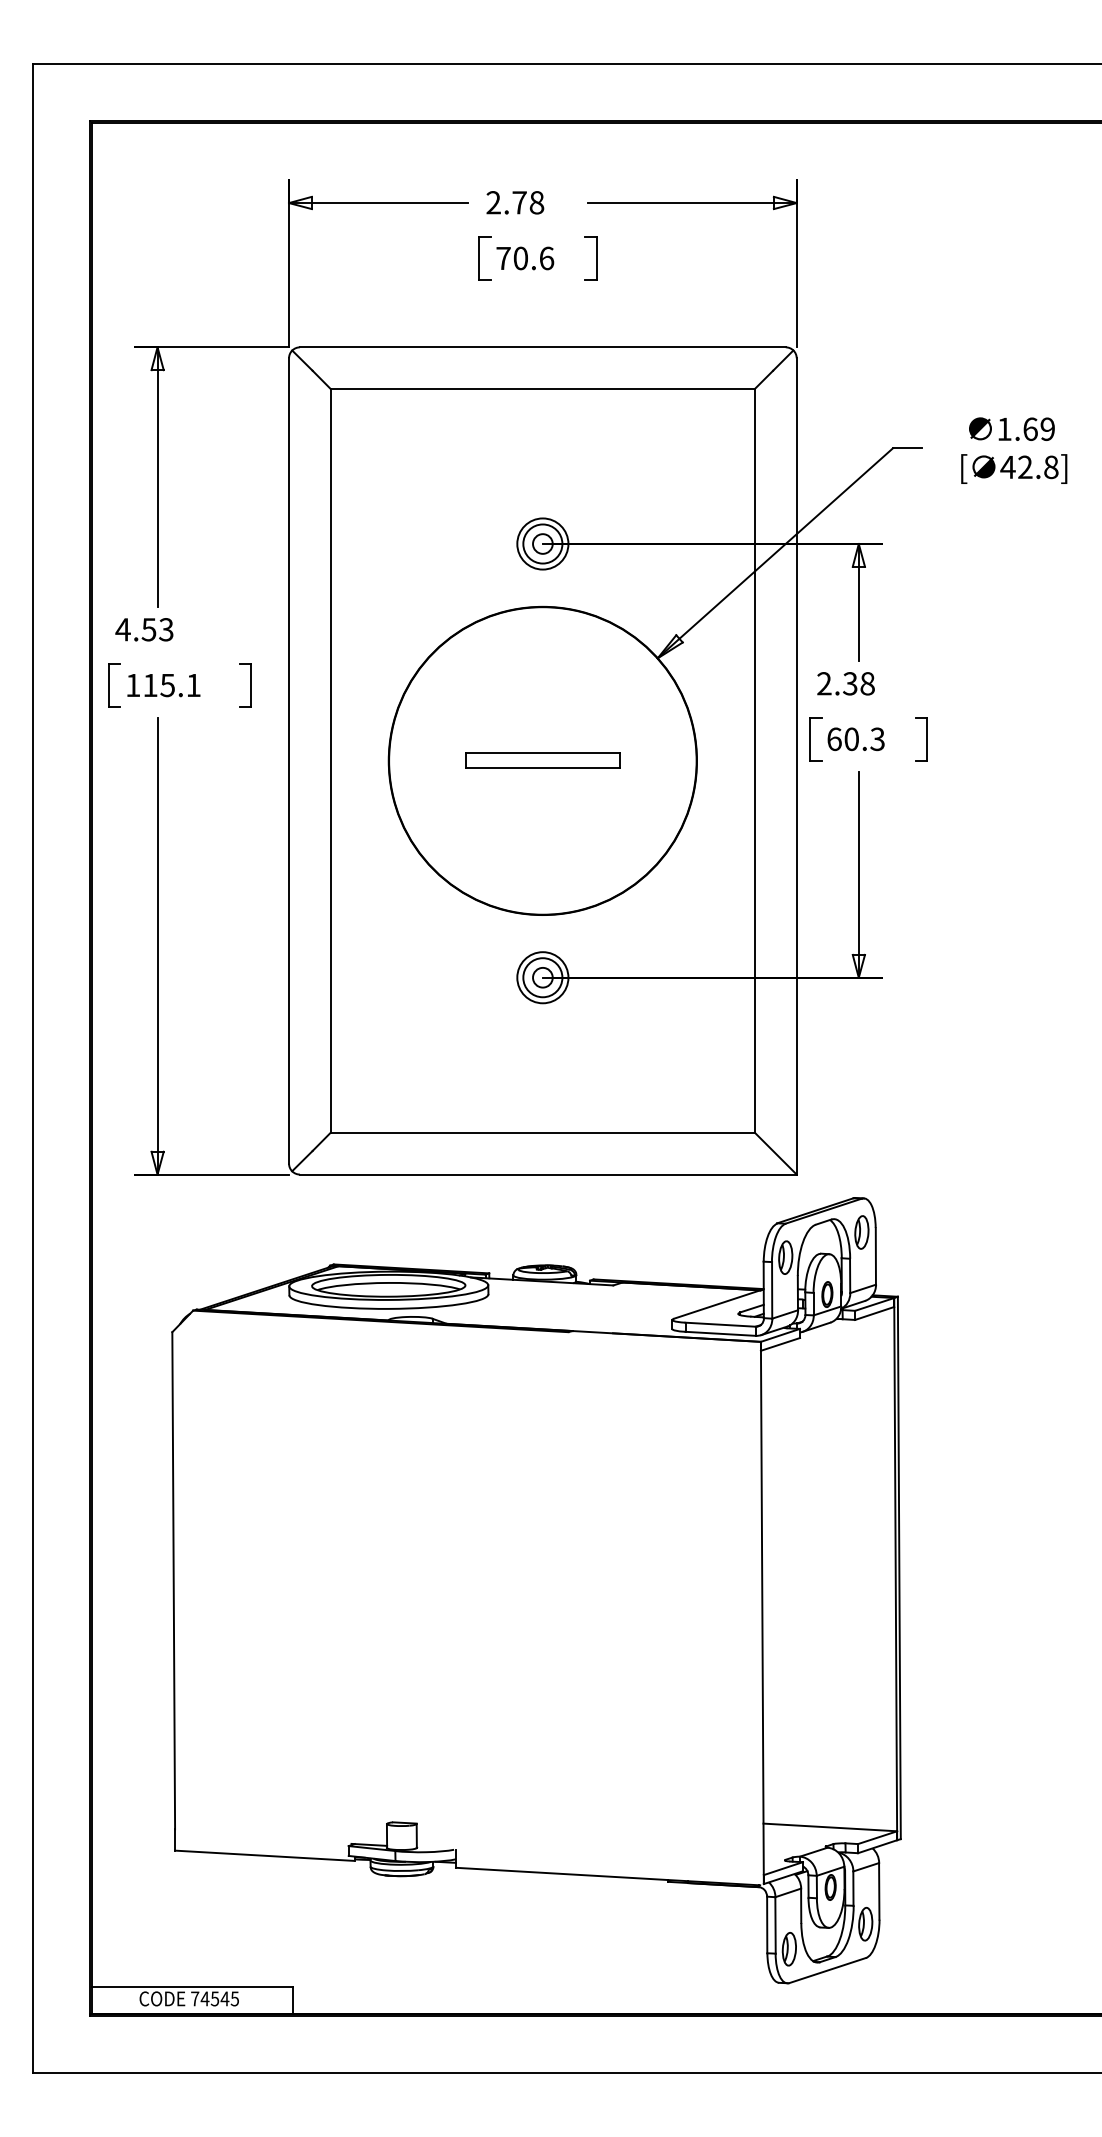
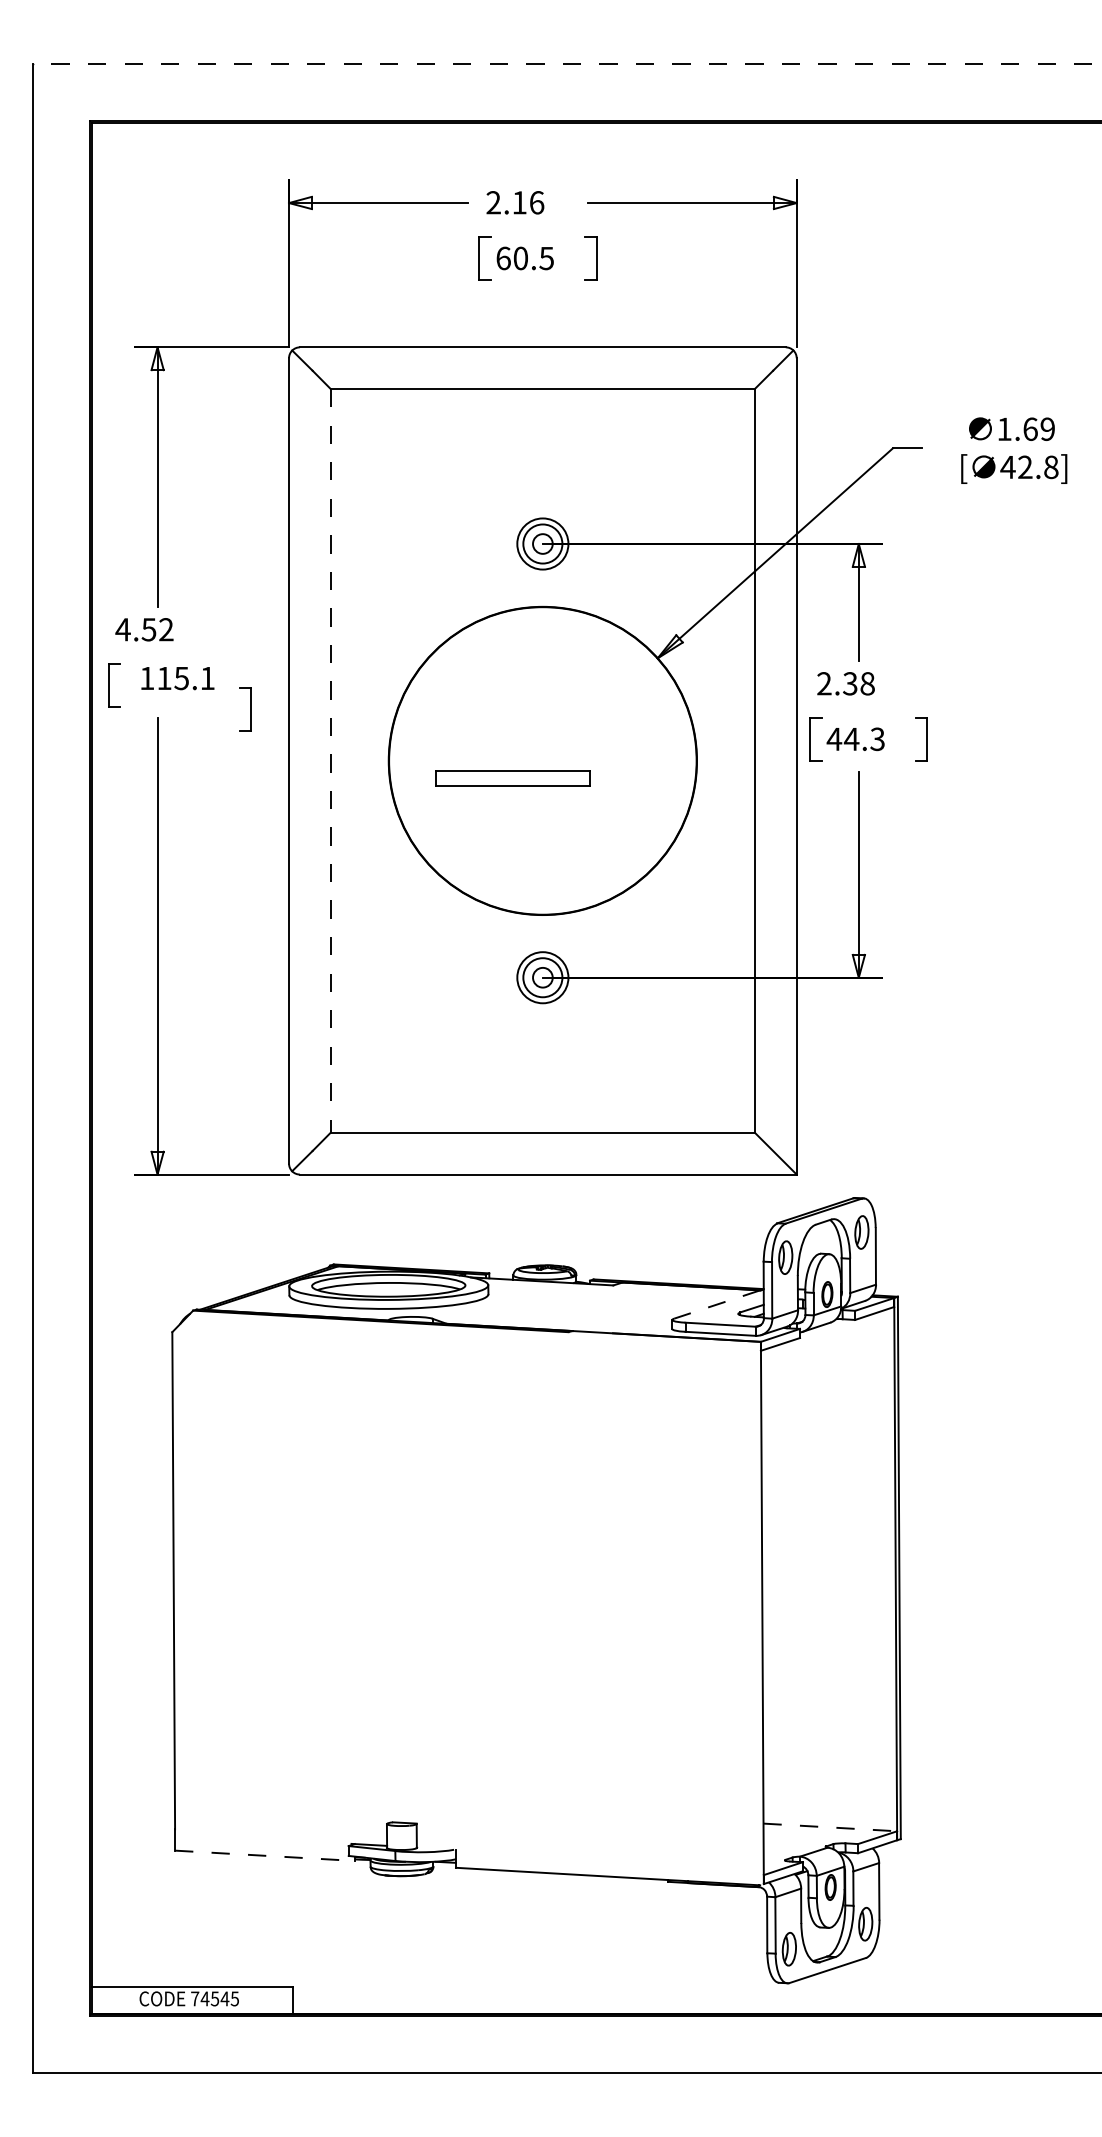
line at (567, 64): solid -> dashed
text at (528, 202): 2.78 -> 2.16
text at (525, 258): 70.6 -> 60.5
text at (166, 629): 4.53 -> 4.52
text at (163, 685) position: (163, 685) -> (177, 678)
part at (245, 685) position: (245, 685) -> (245, 709)
text at (842, 739): 60.3 -> 44.3
line at (330, 760): solid -> dashed
part at (542, 760) position: (542, 760) -> (512, 778)
line at (716, 1304): solid -> dashed
line at (830, 1827): solid -> dashed
line at (264, 1855): solid -> dashed
